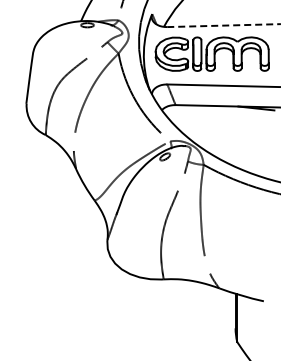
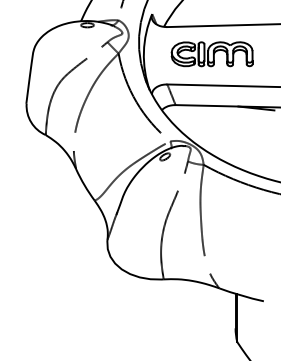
line at (224, 25): dashed -> solid
part at (211, 53) size: 116x36 px -> 84x27 px
